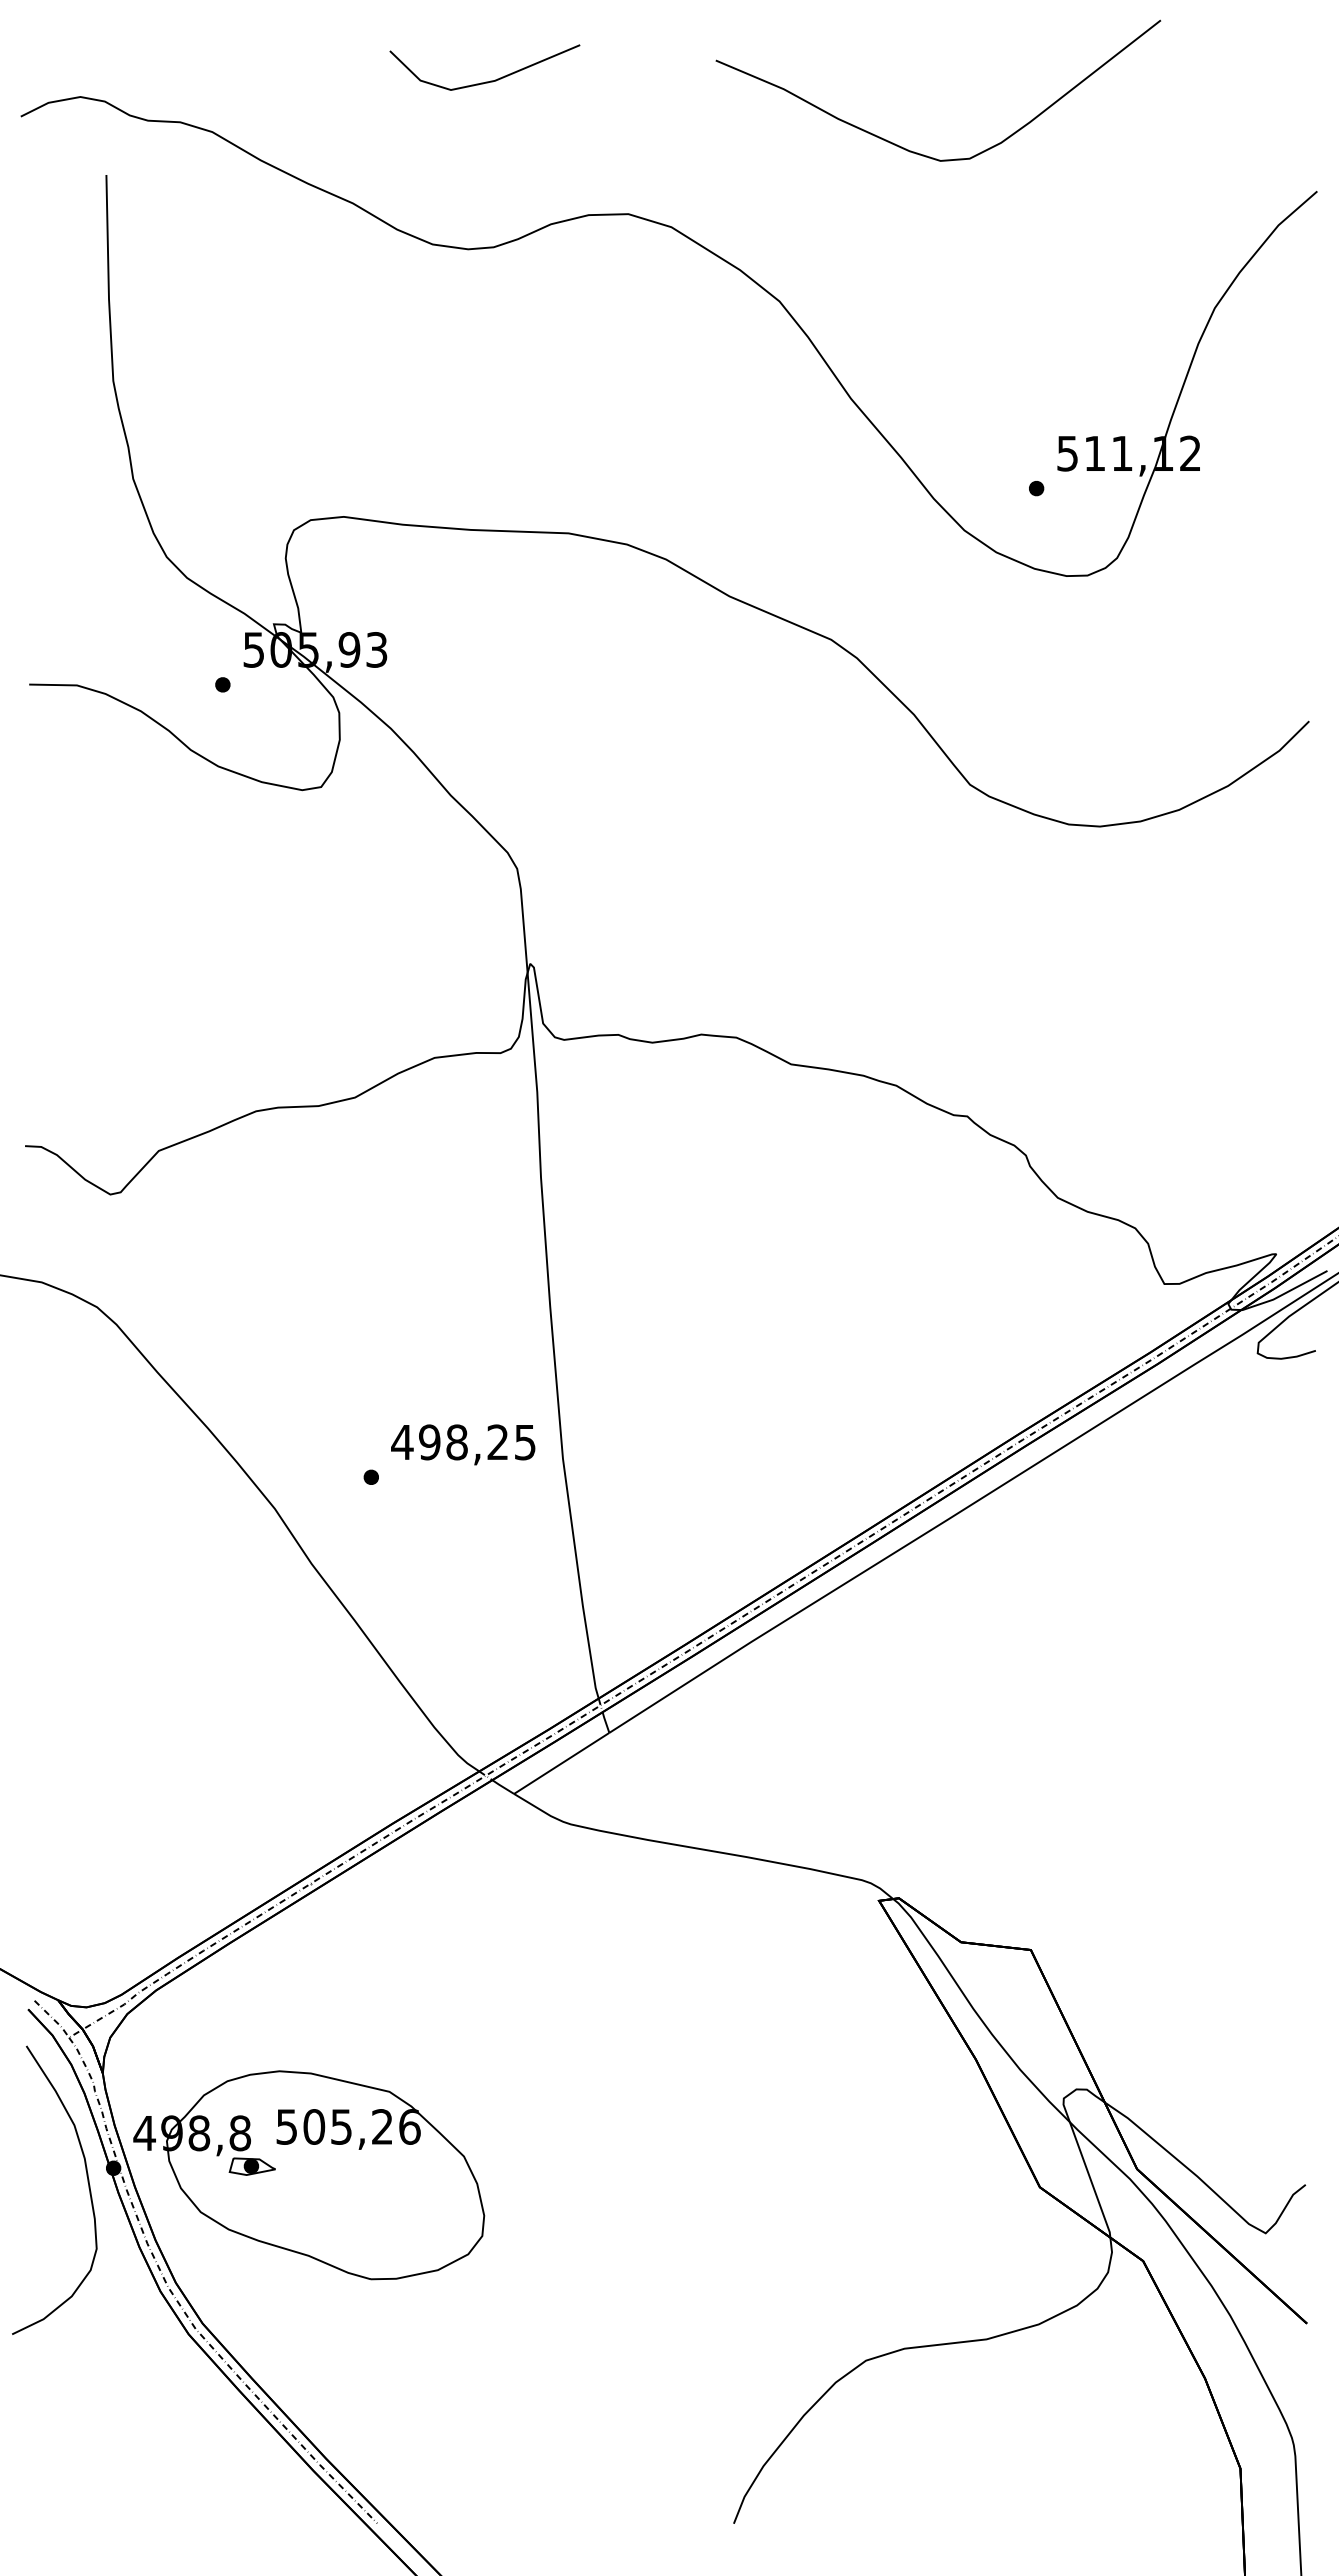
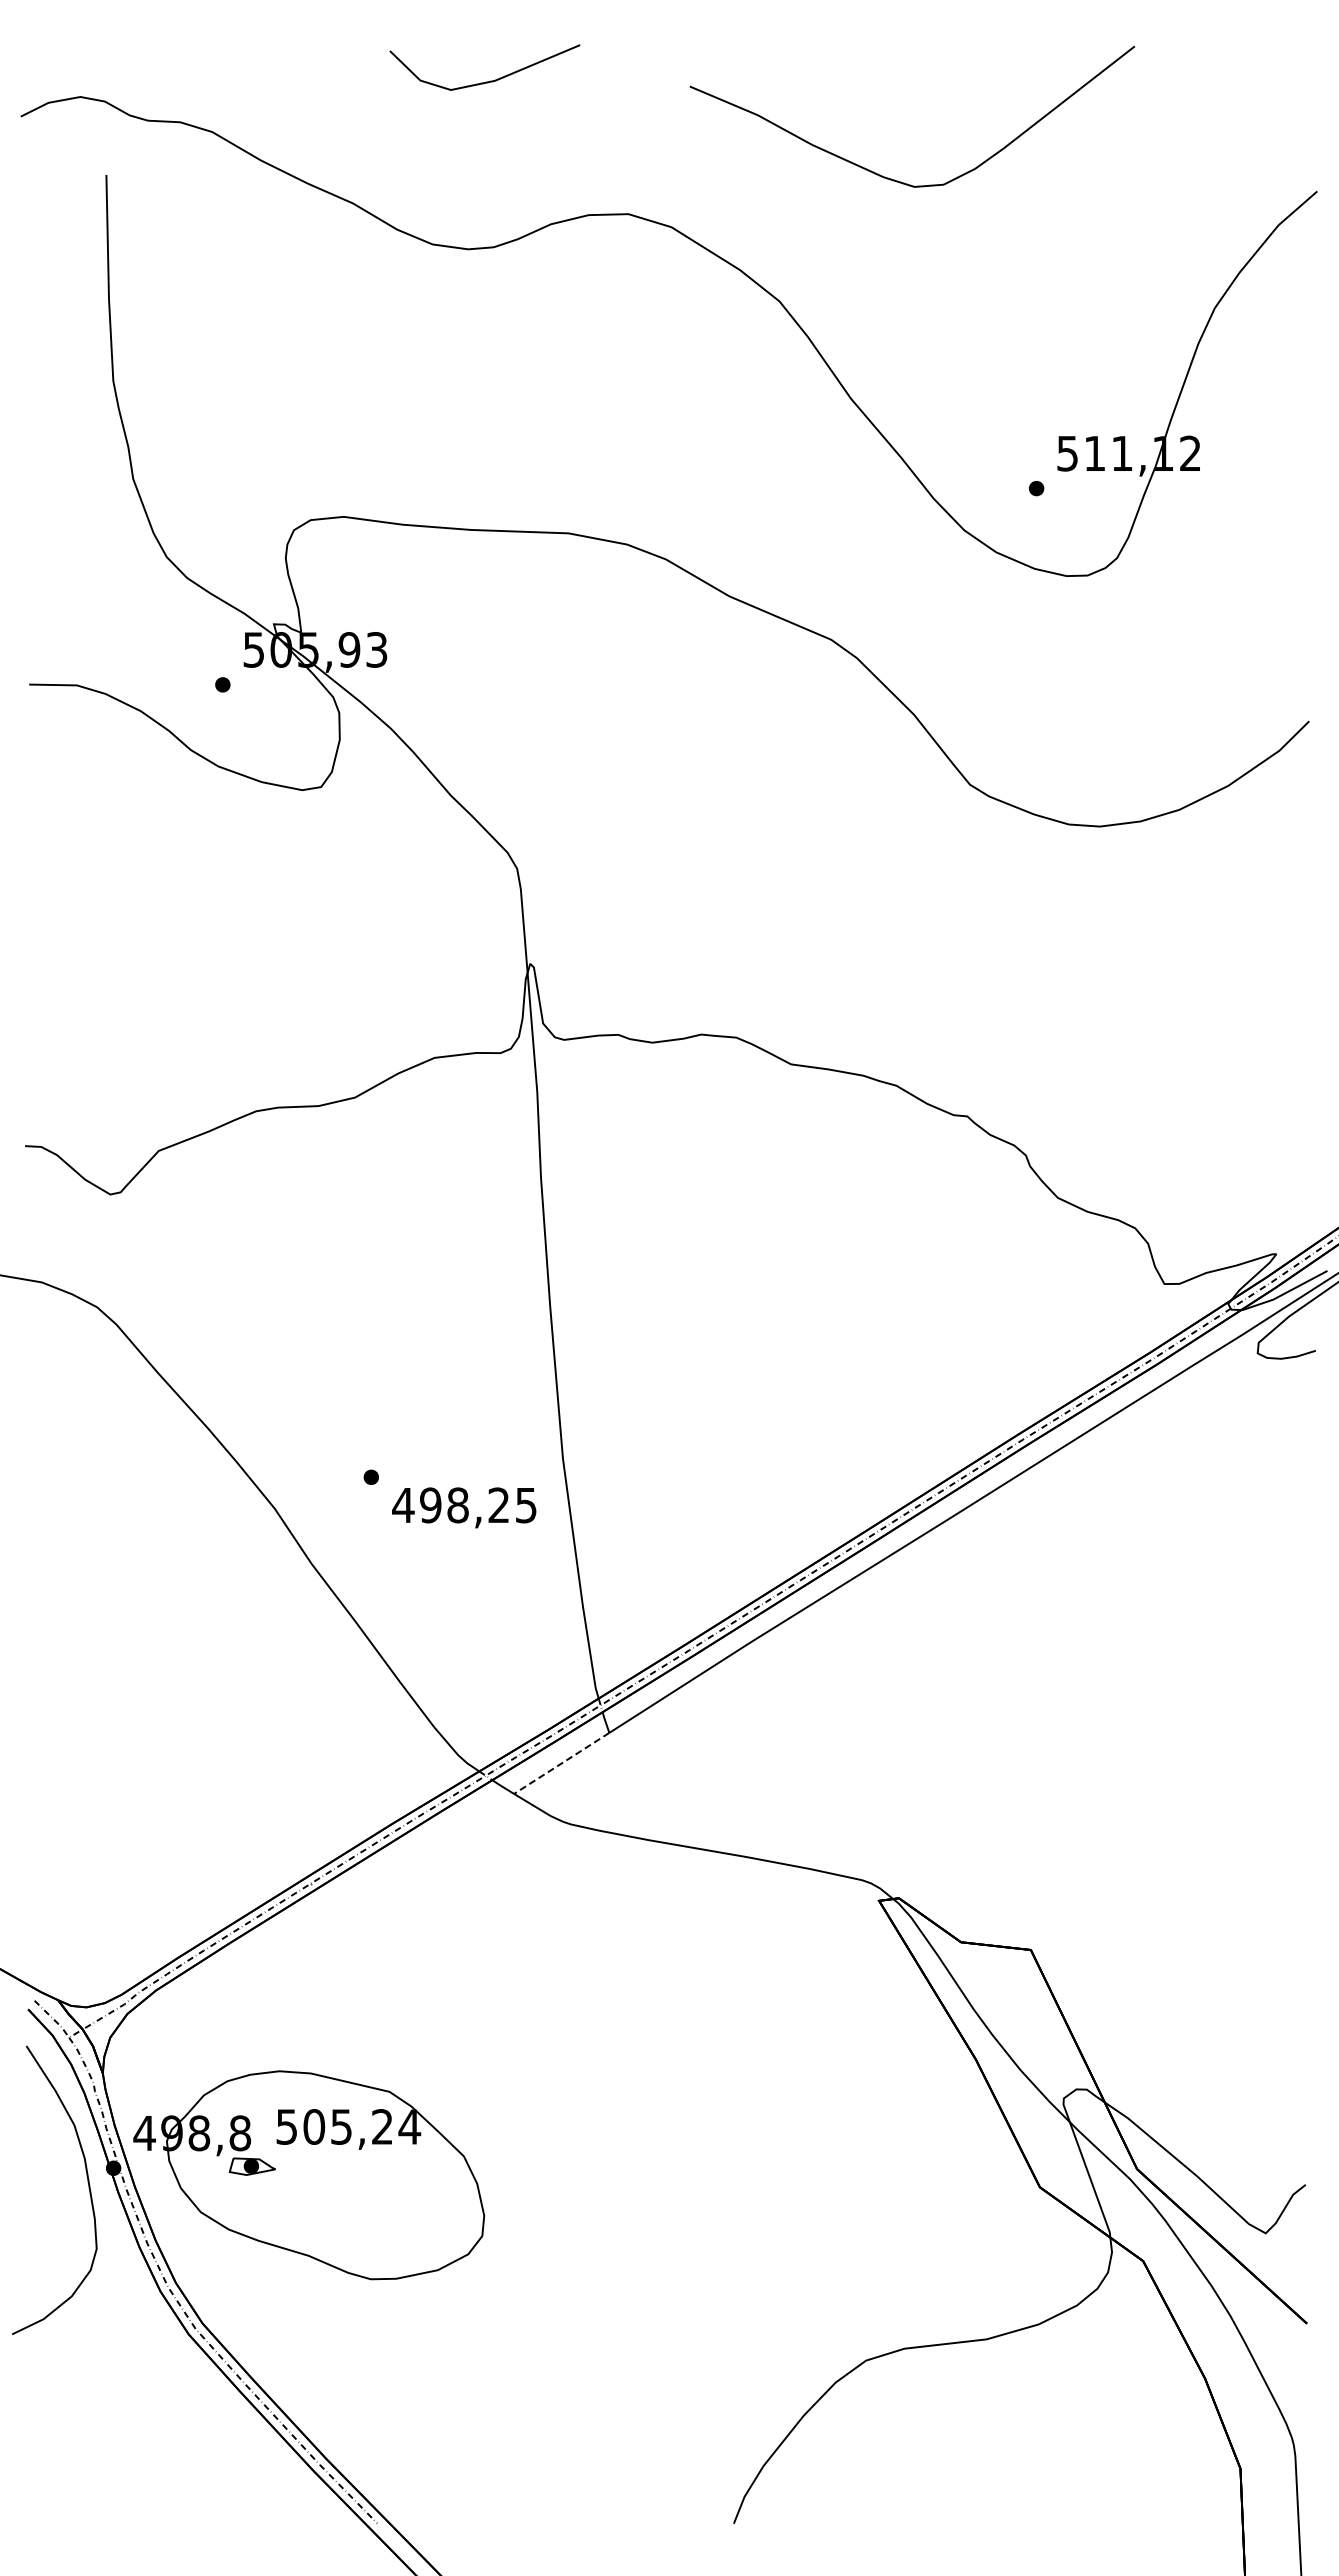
curve at (917, 152) position: (917, 152) -> (891, 178)
text at (463, 1444) position: (463, 1444) -> (464, 1507)
line at (561, 1763): solid -> dashed
text at (409, 2126): 505,26 -> 505,24
